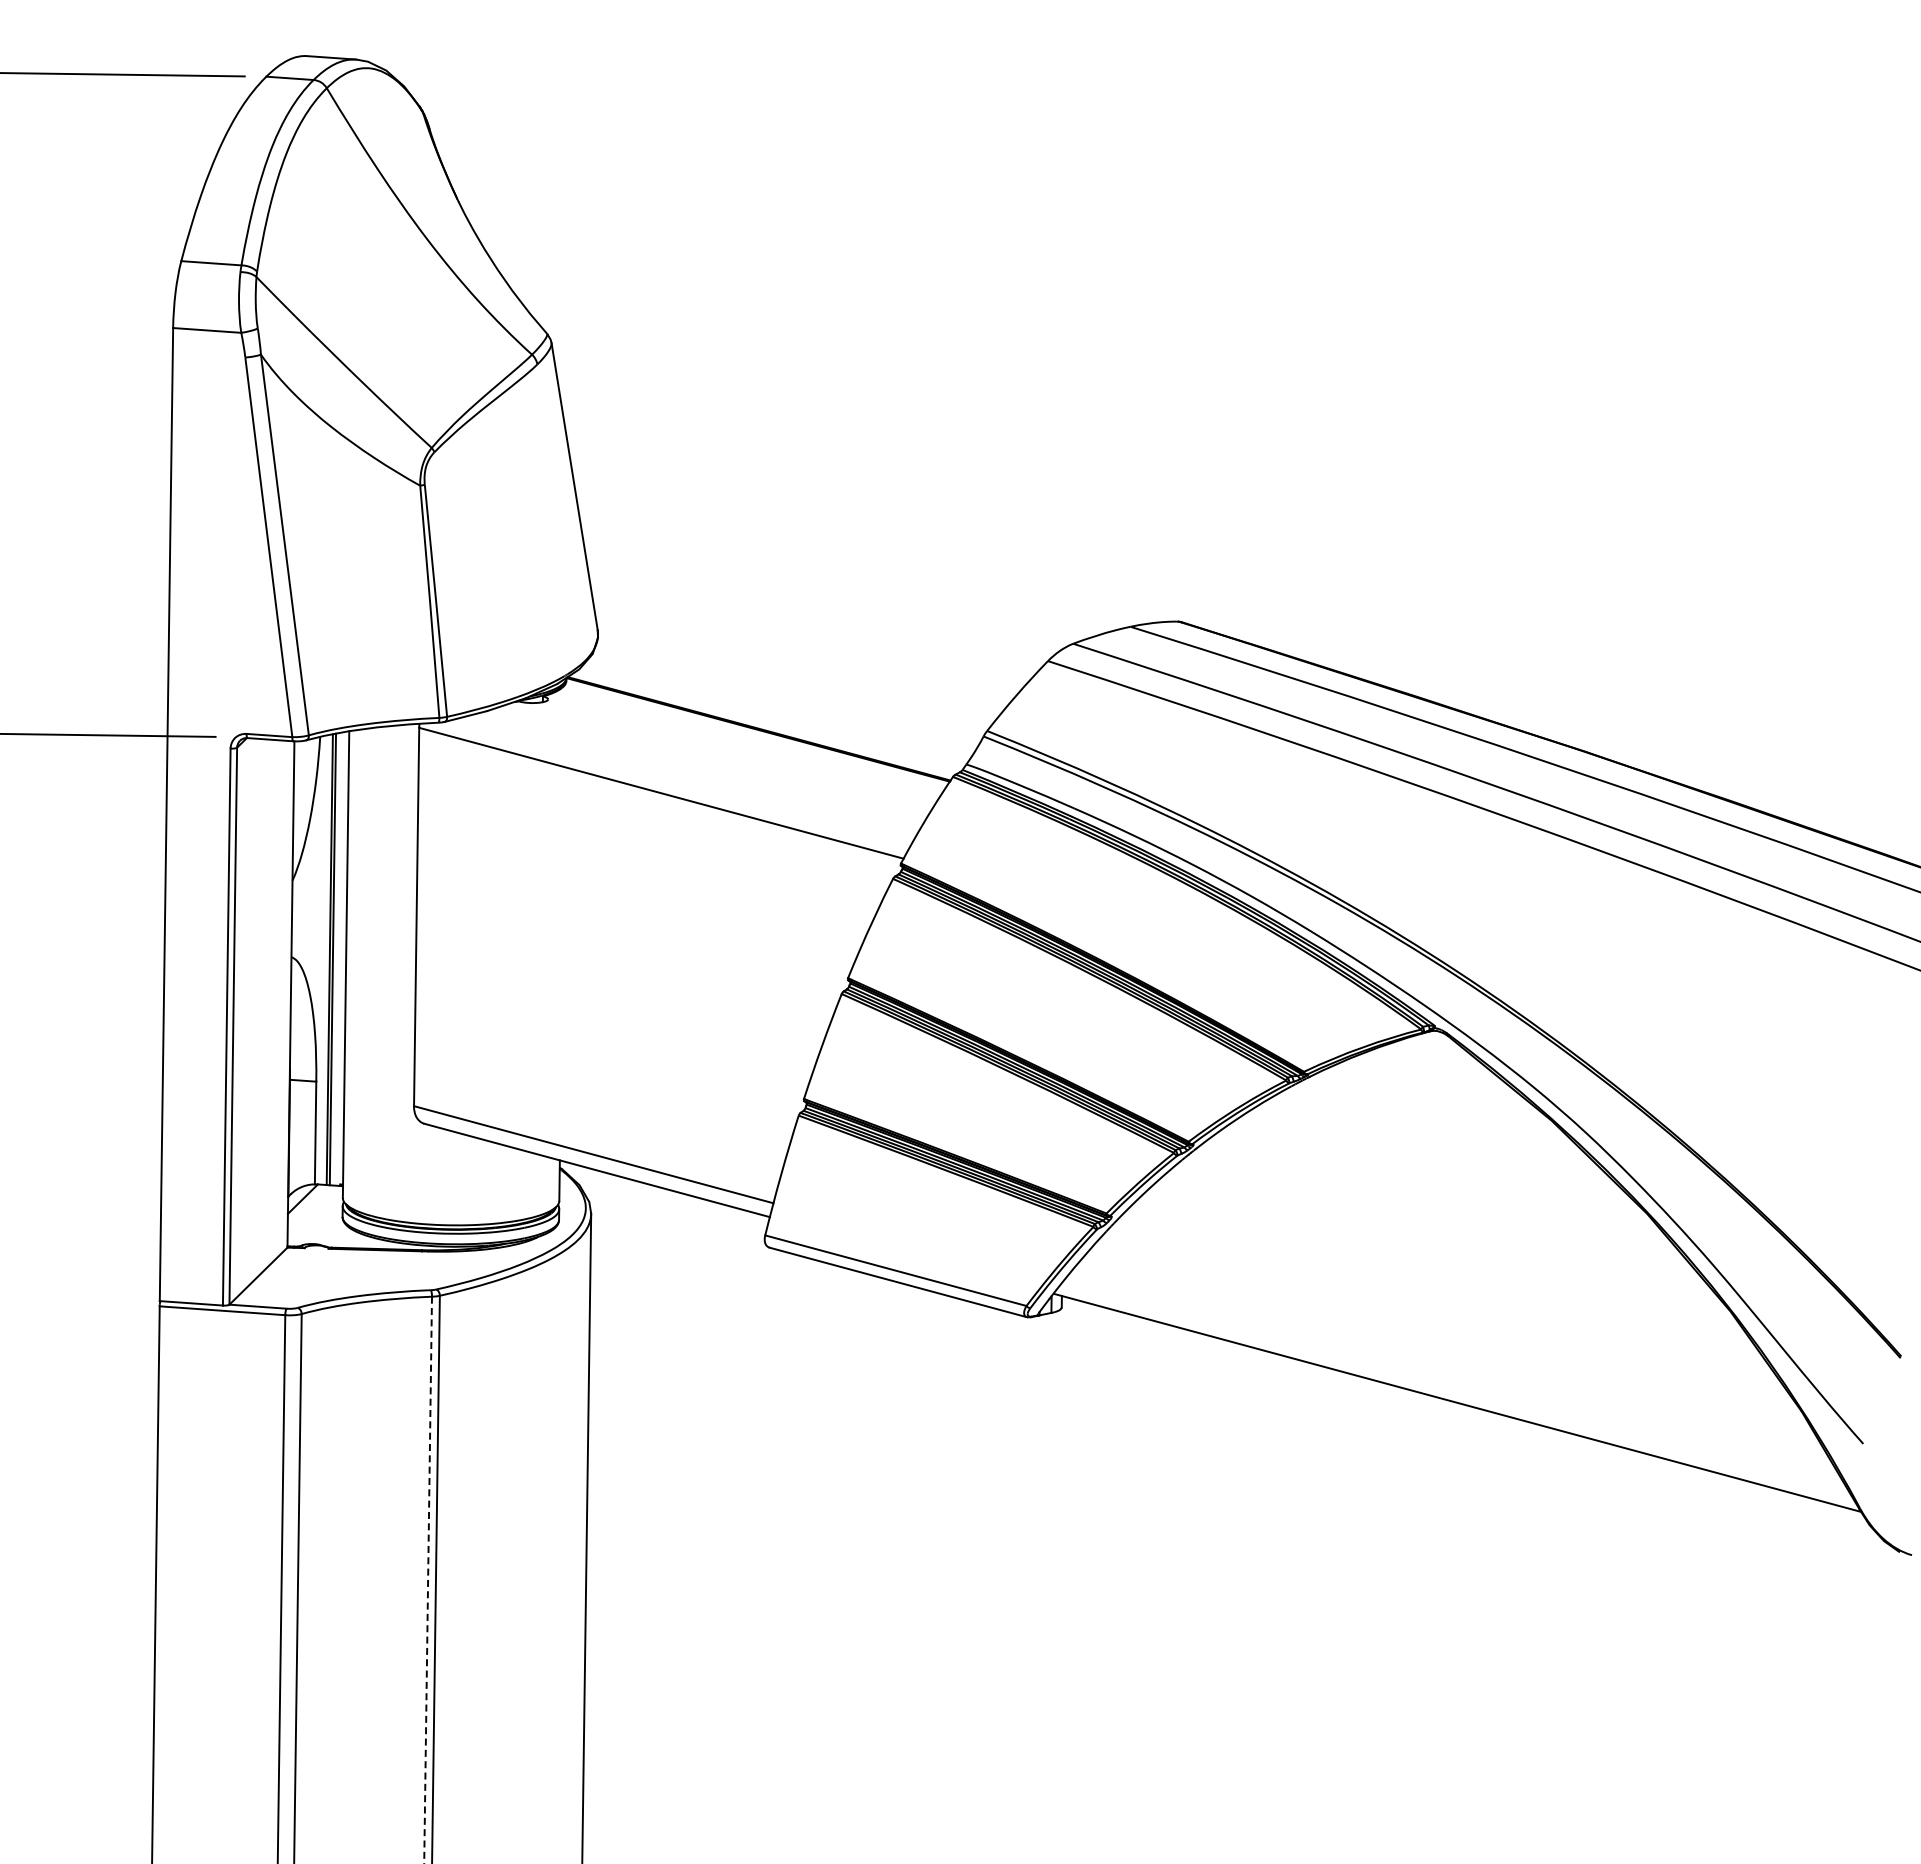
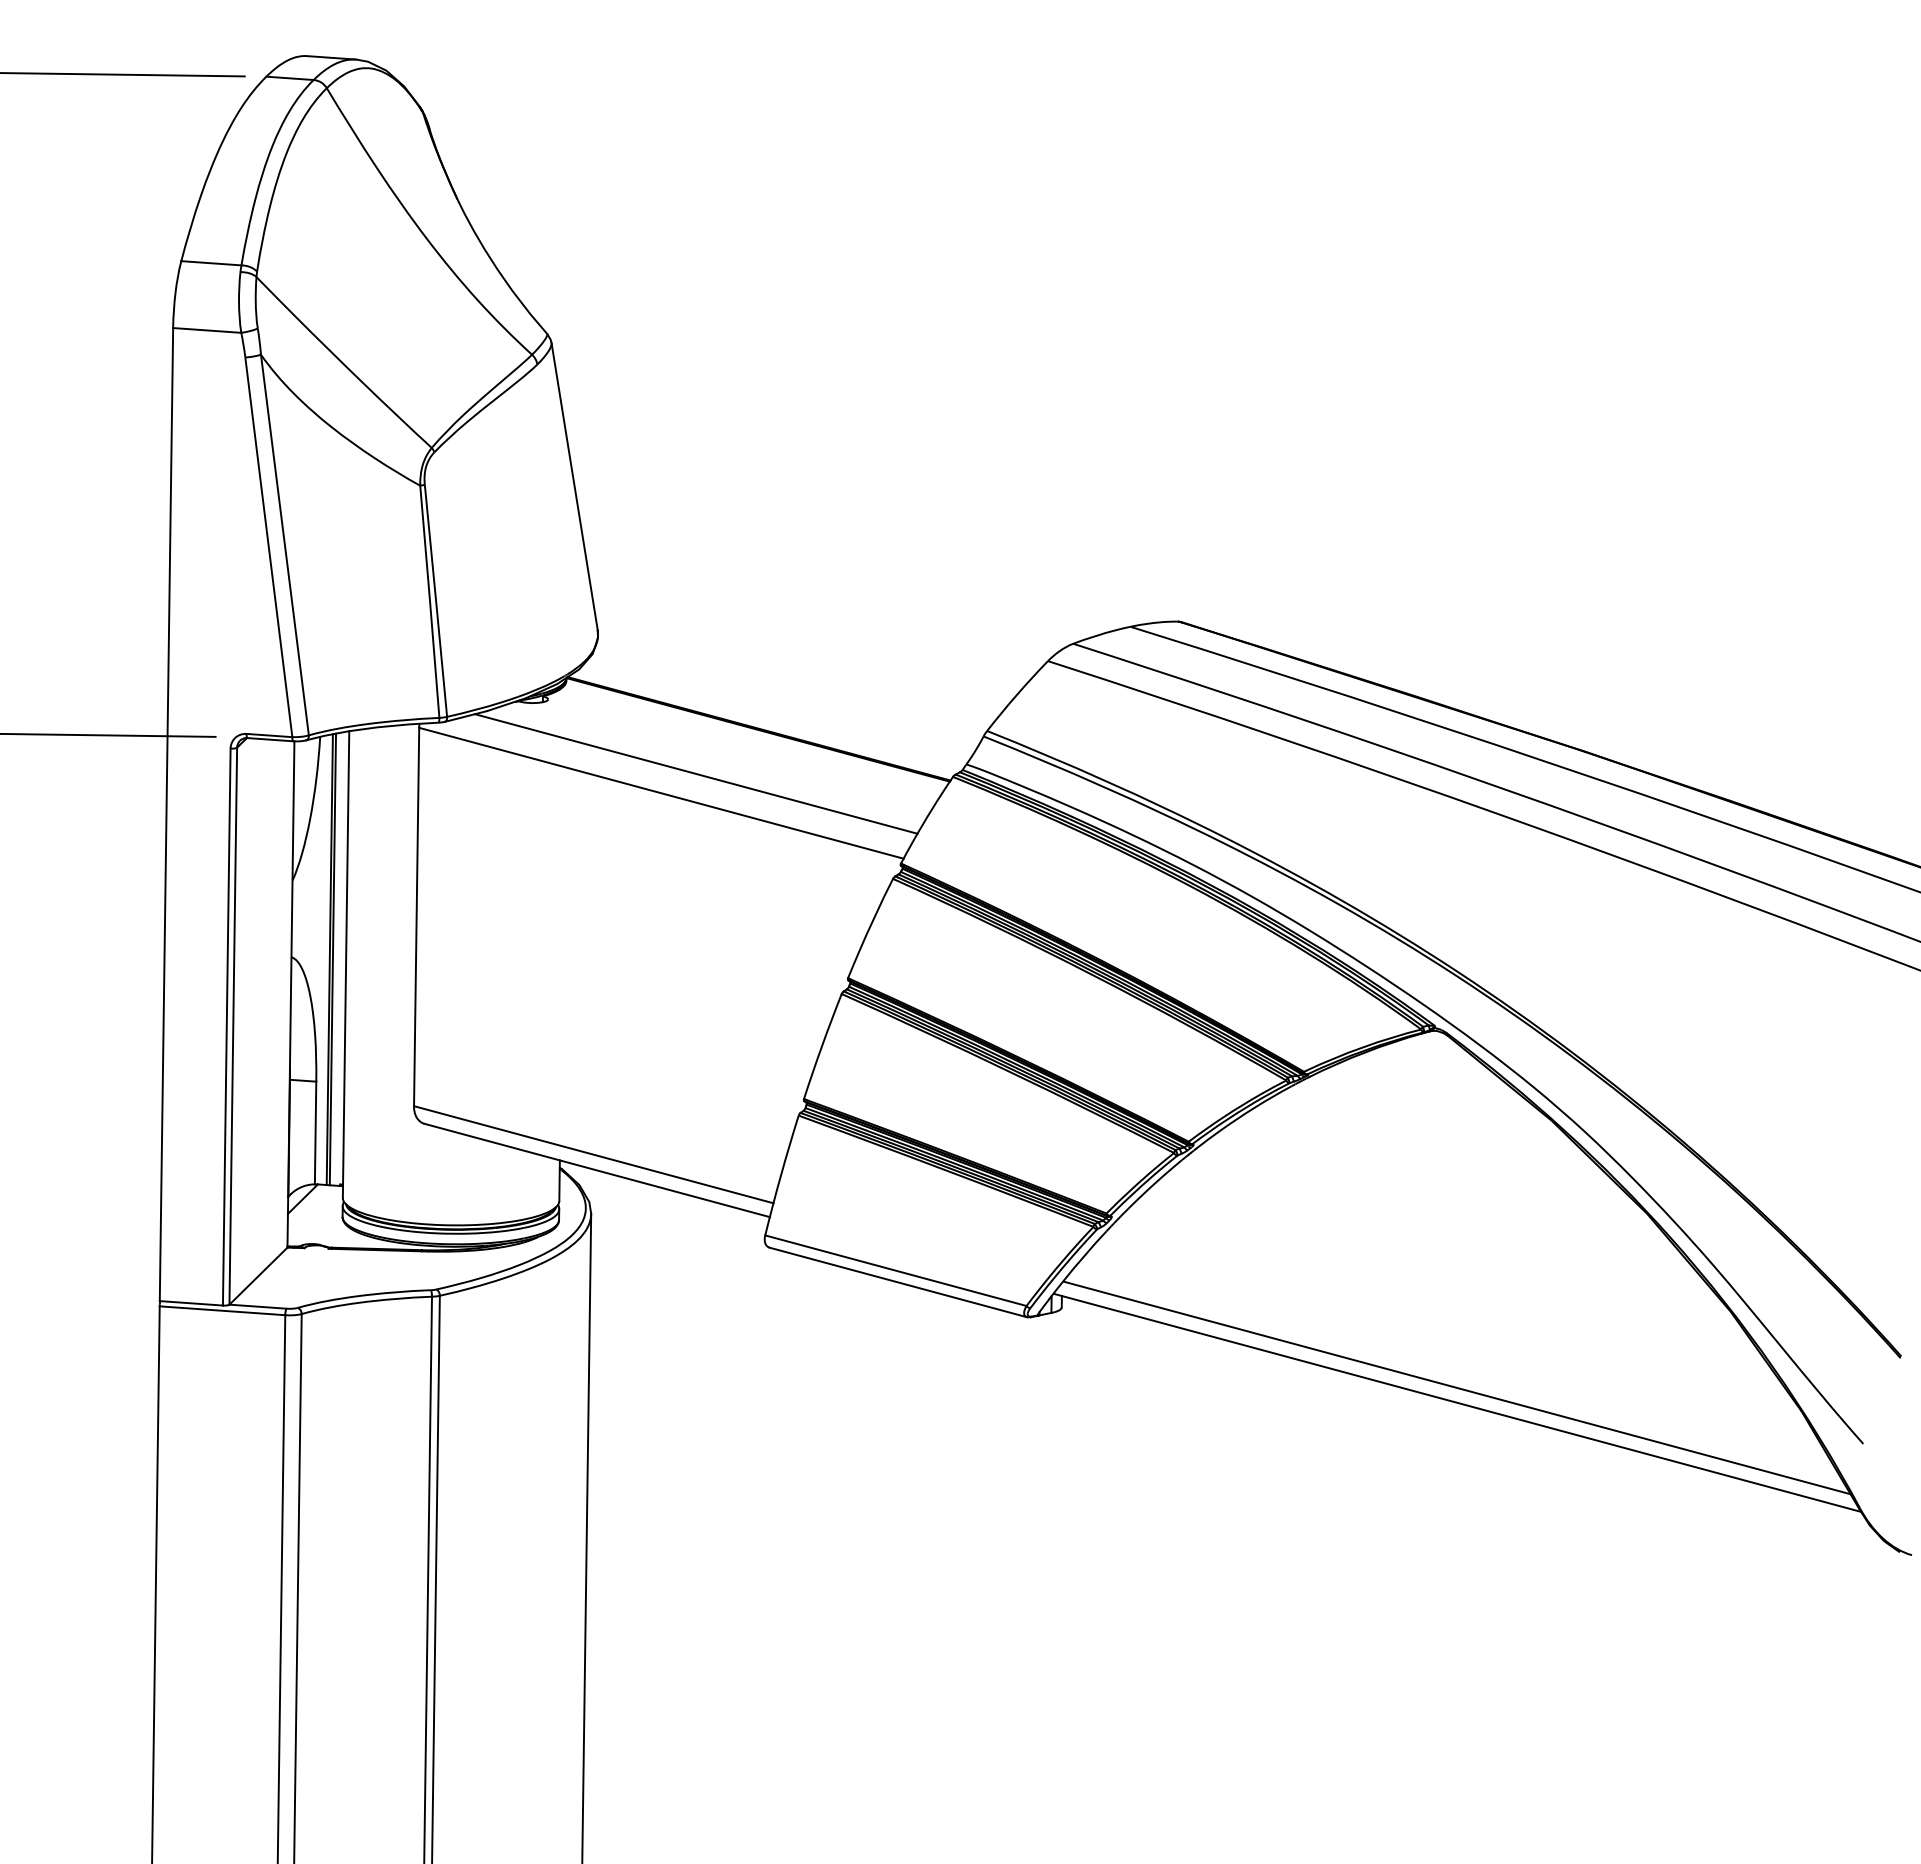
line at (695, 773): none -> present
line at (1457, 1387): none -> present
line at (428, 1580): dashed -> solid
